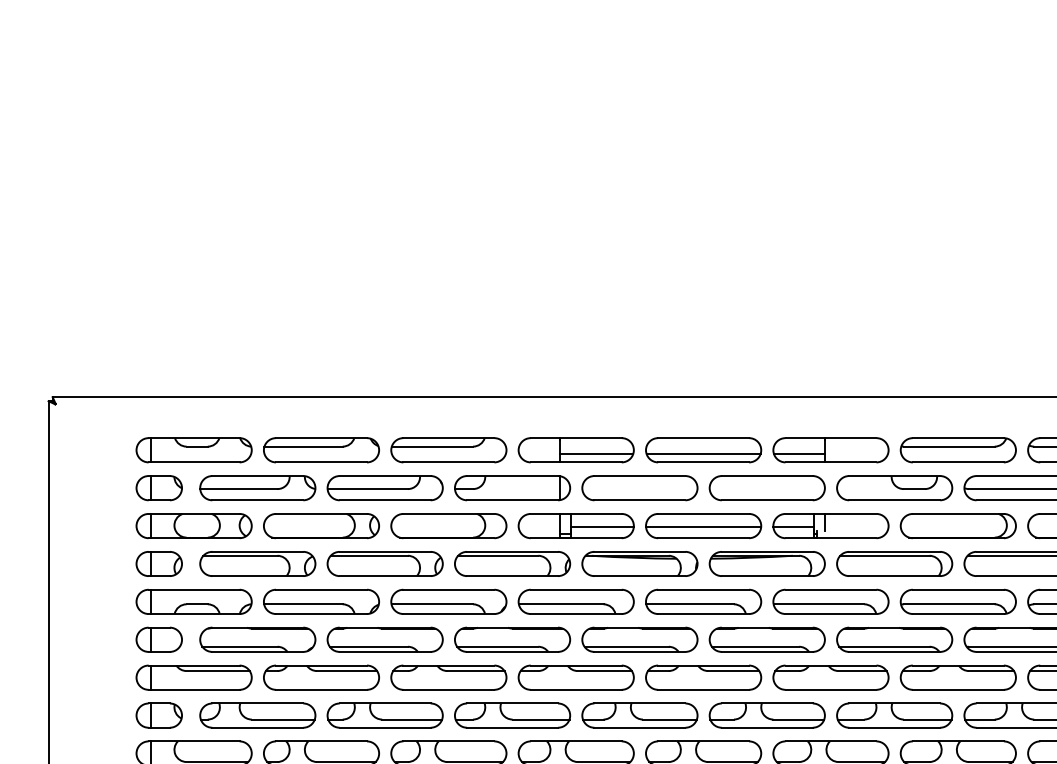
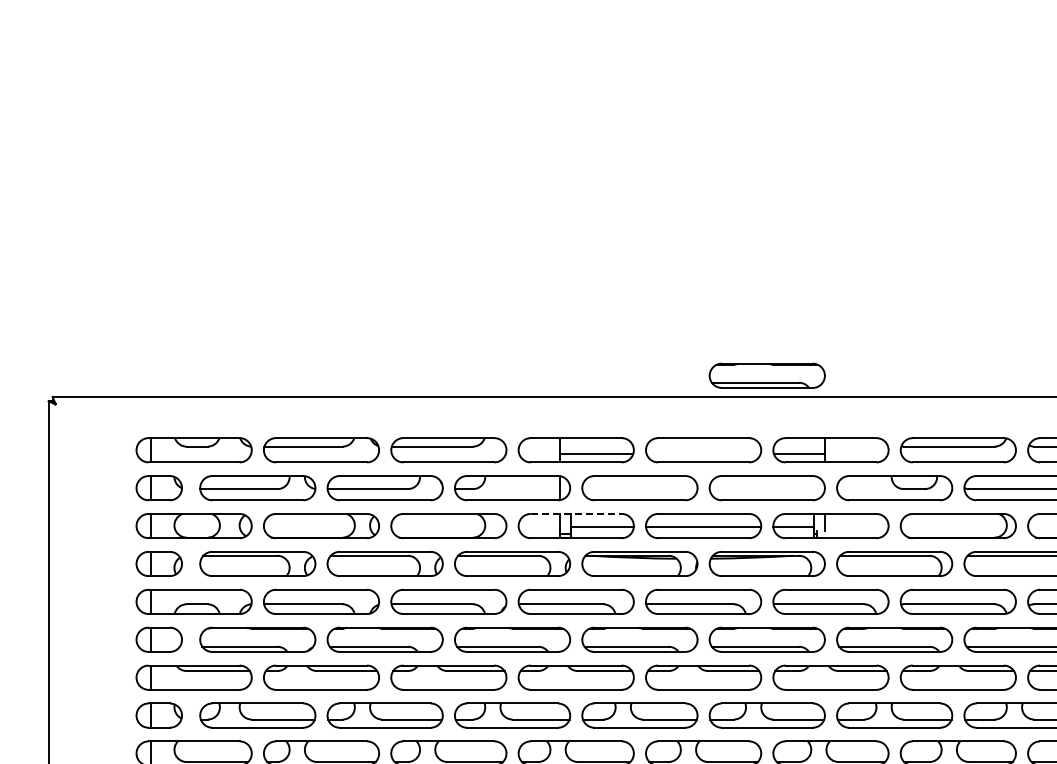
part at (766, 375): none -> present
line at (703, 454): present -> none
line at (576, 513): solid -> dashed
